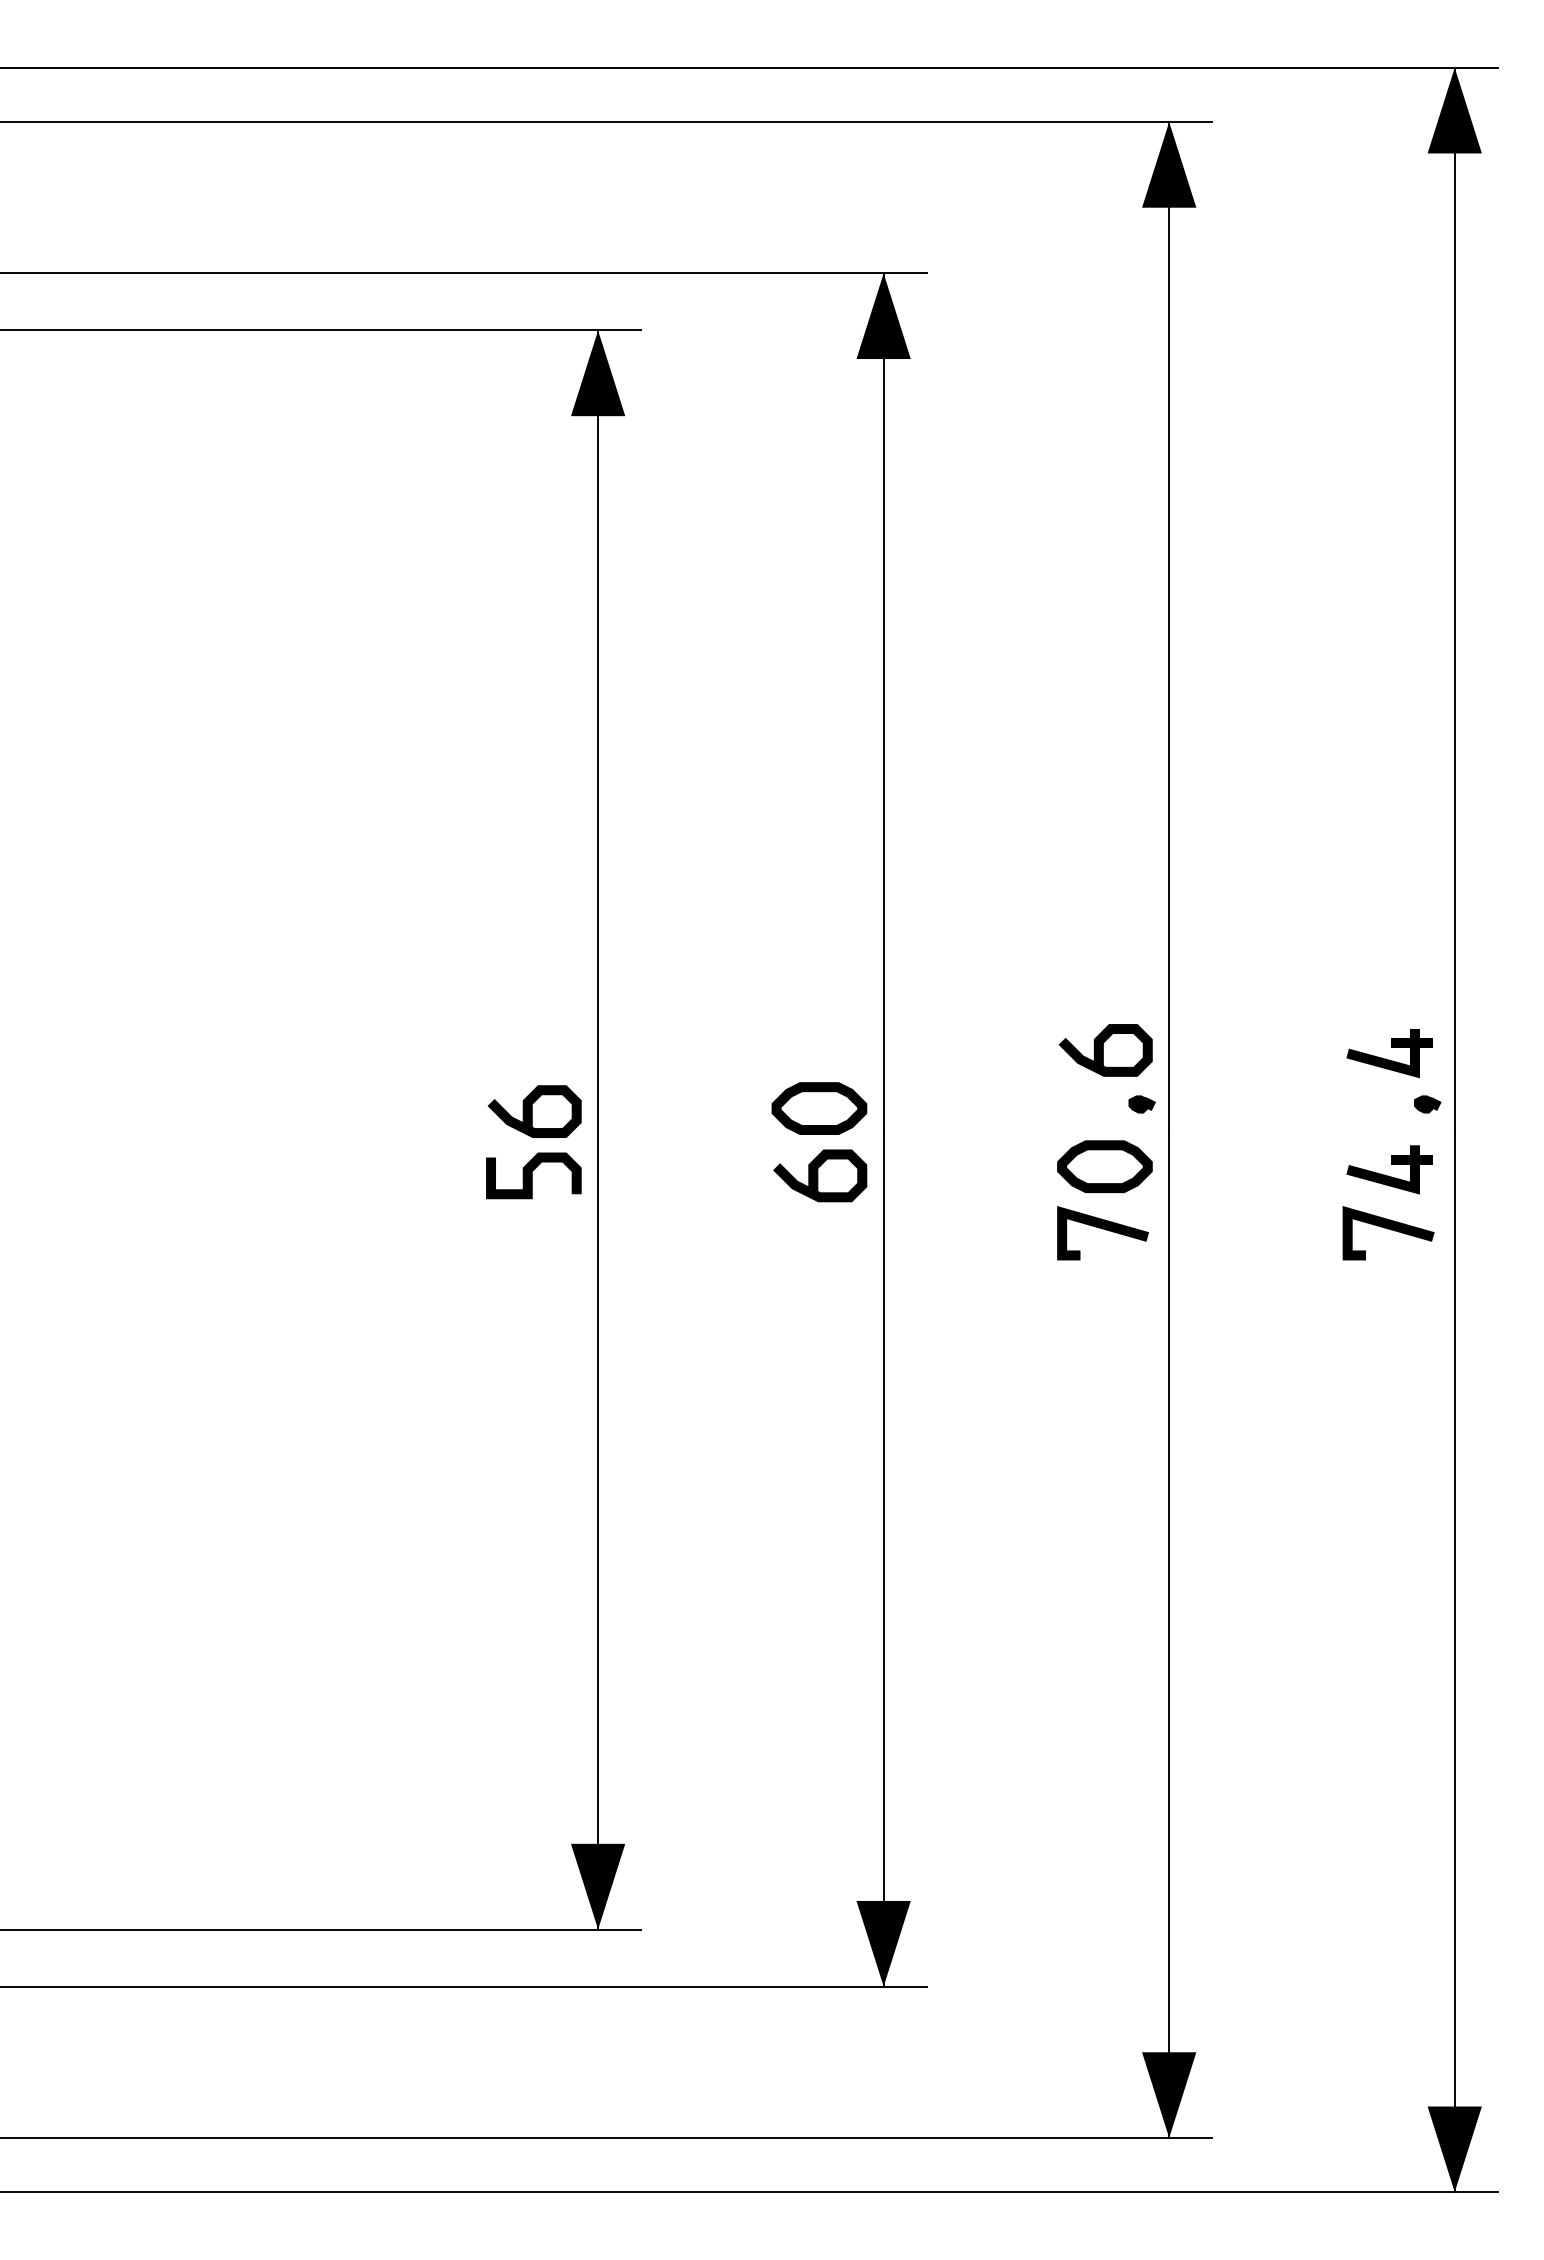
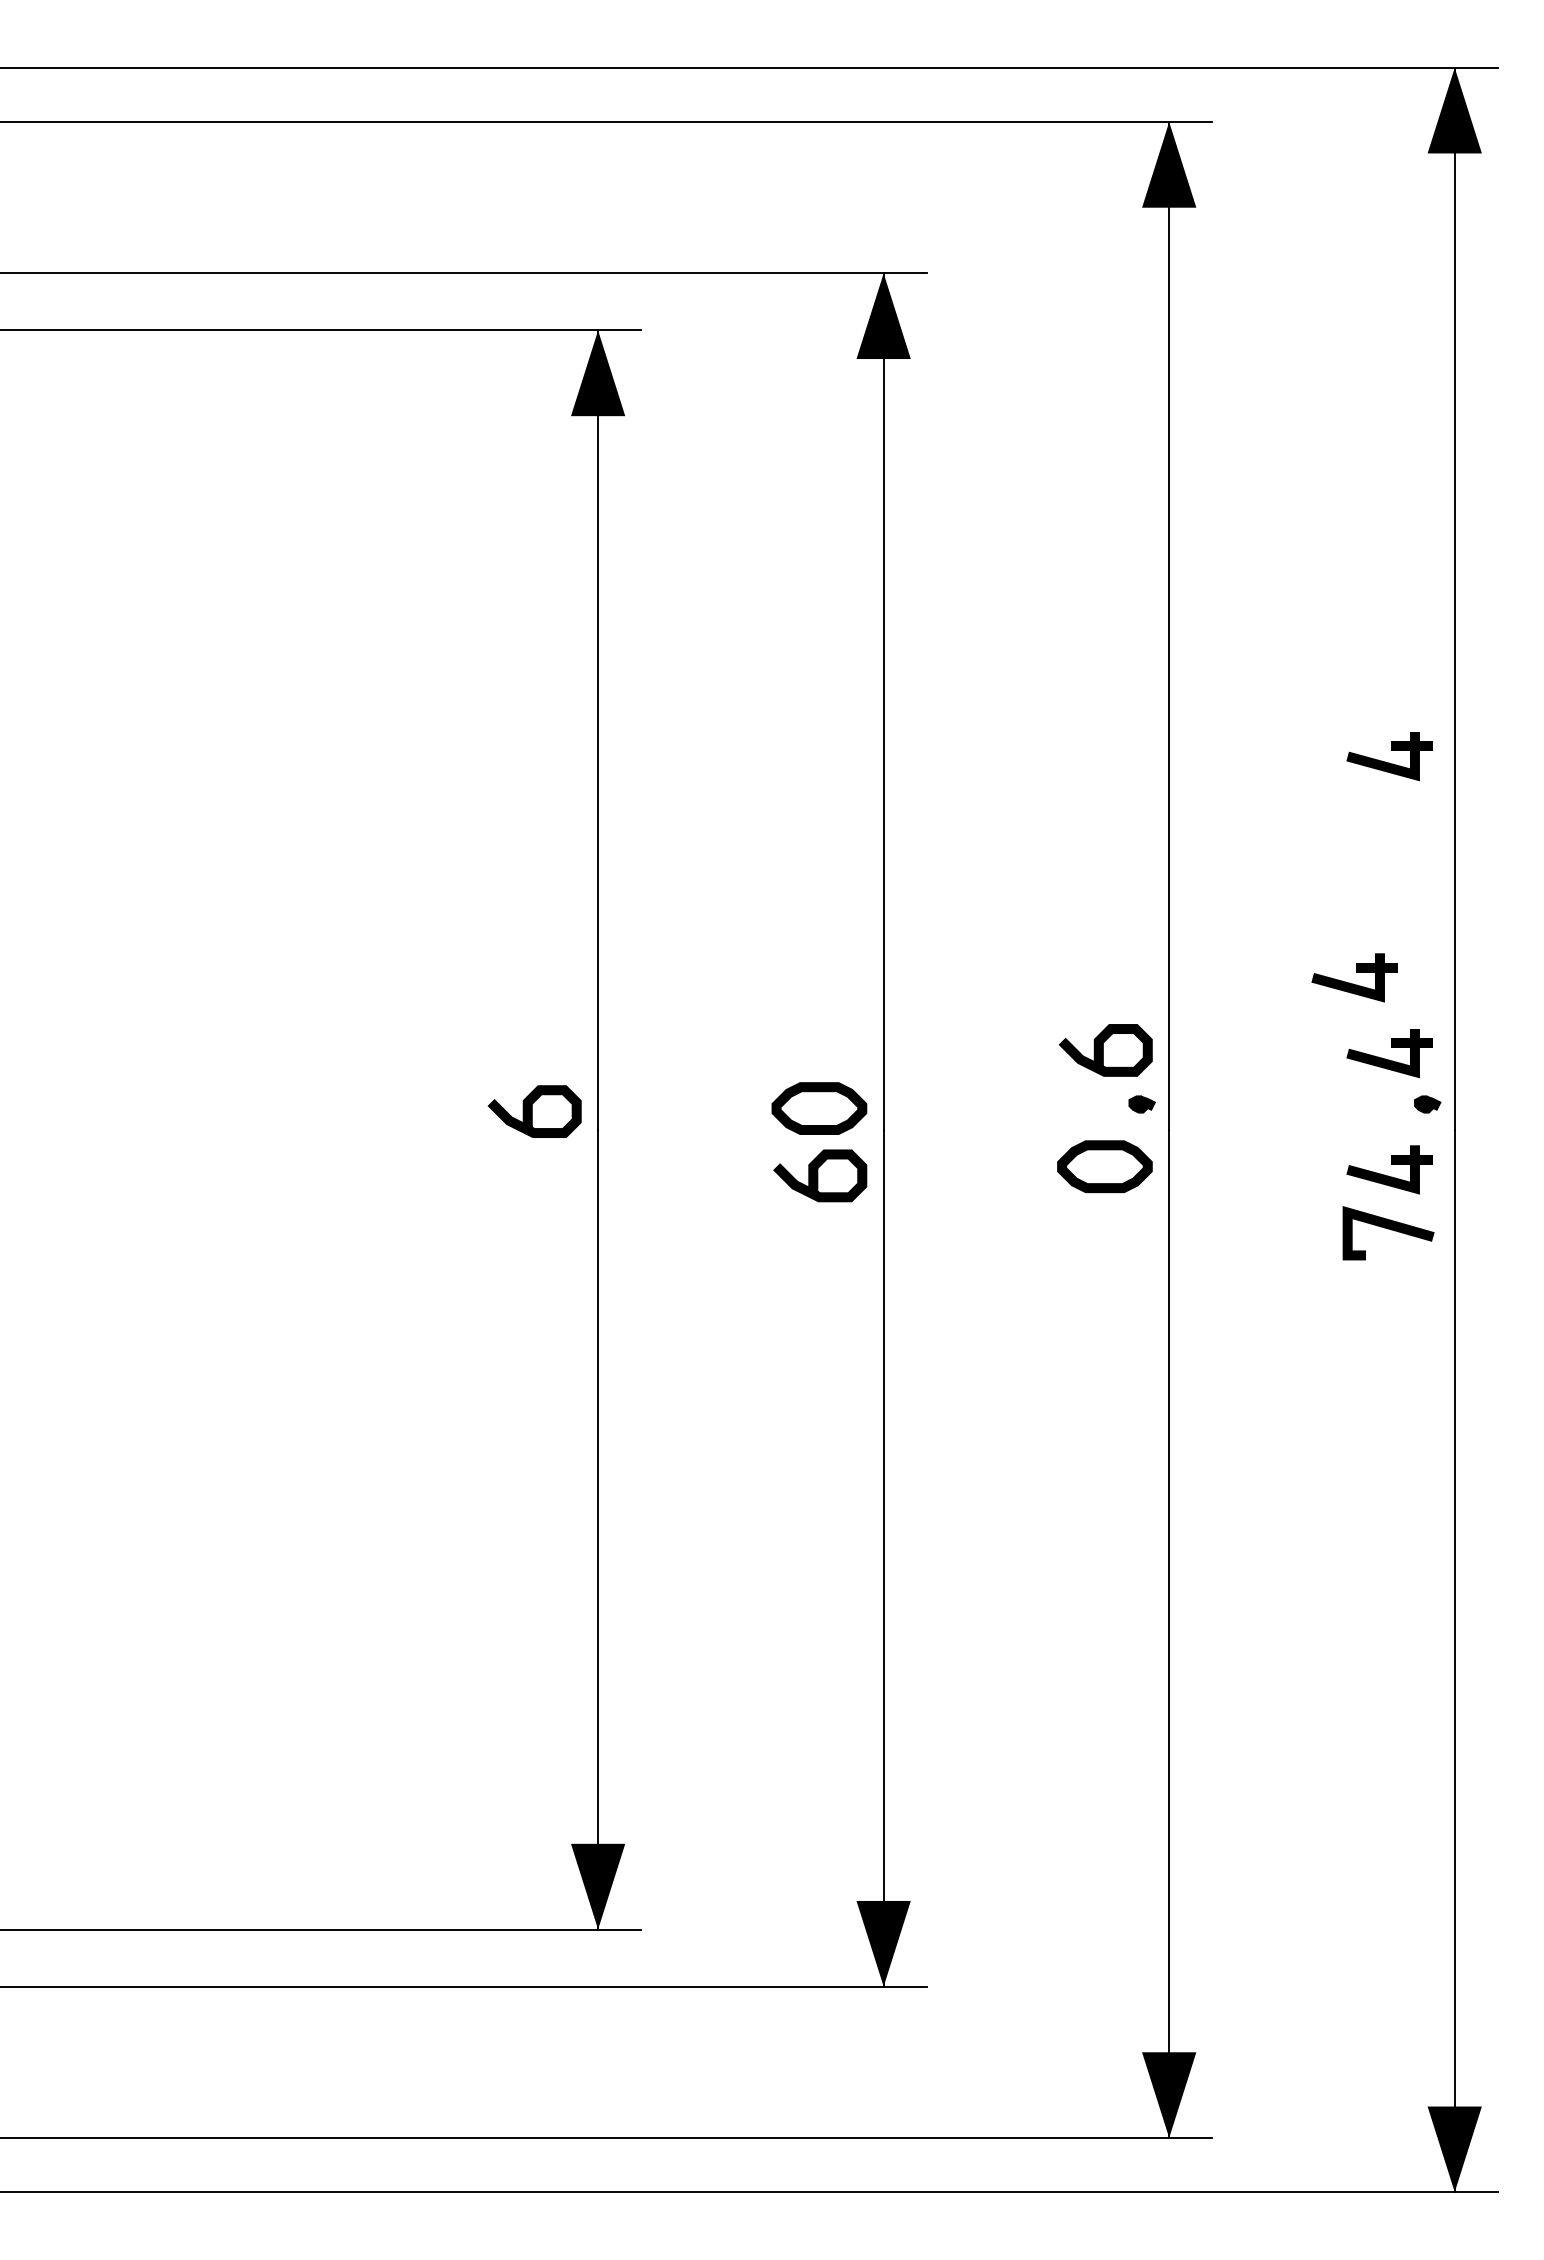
part at (1389, 756): none -> present
part at (1354, 977): none -> present
curve at (532, 1175): present -> none
line at (1102, 1229): present -> none
